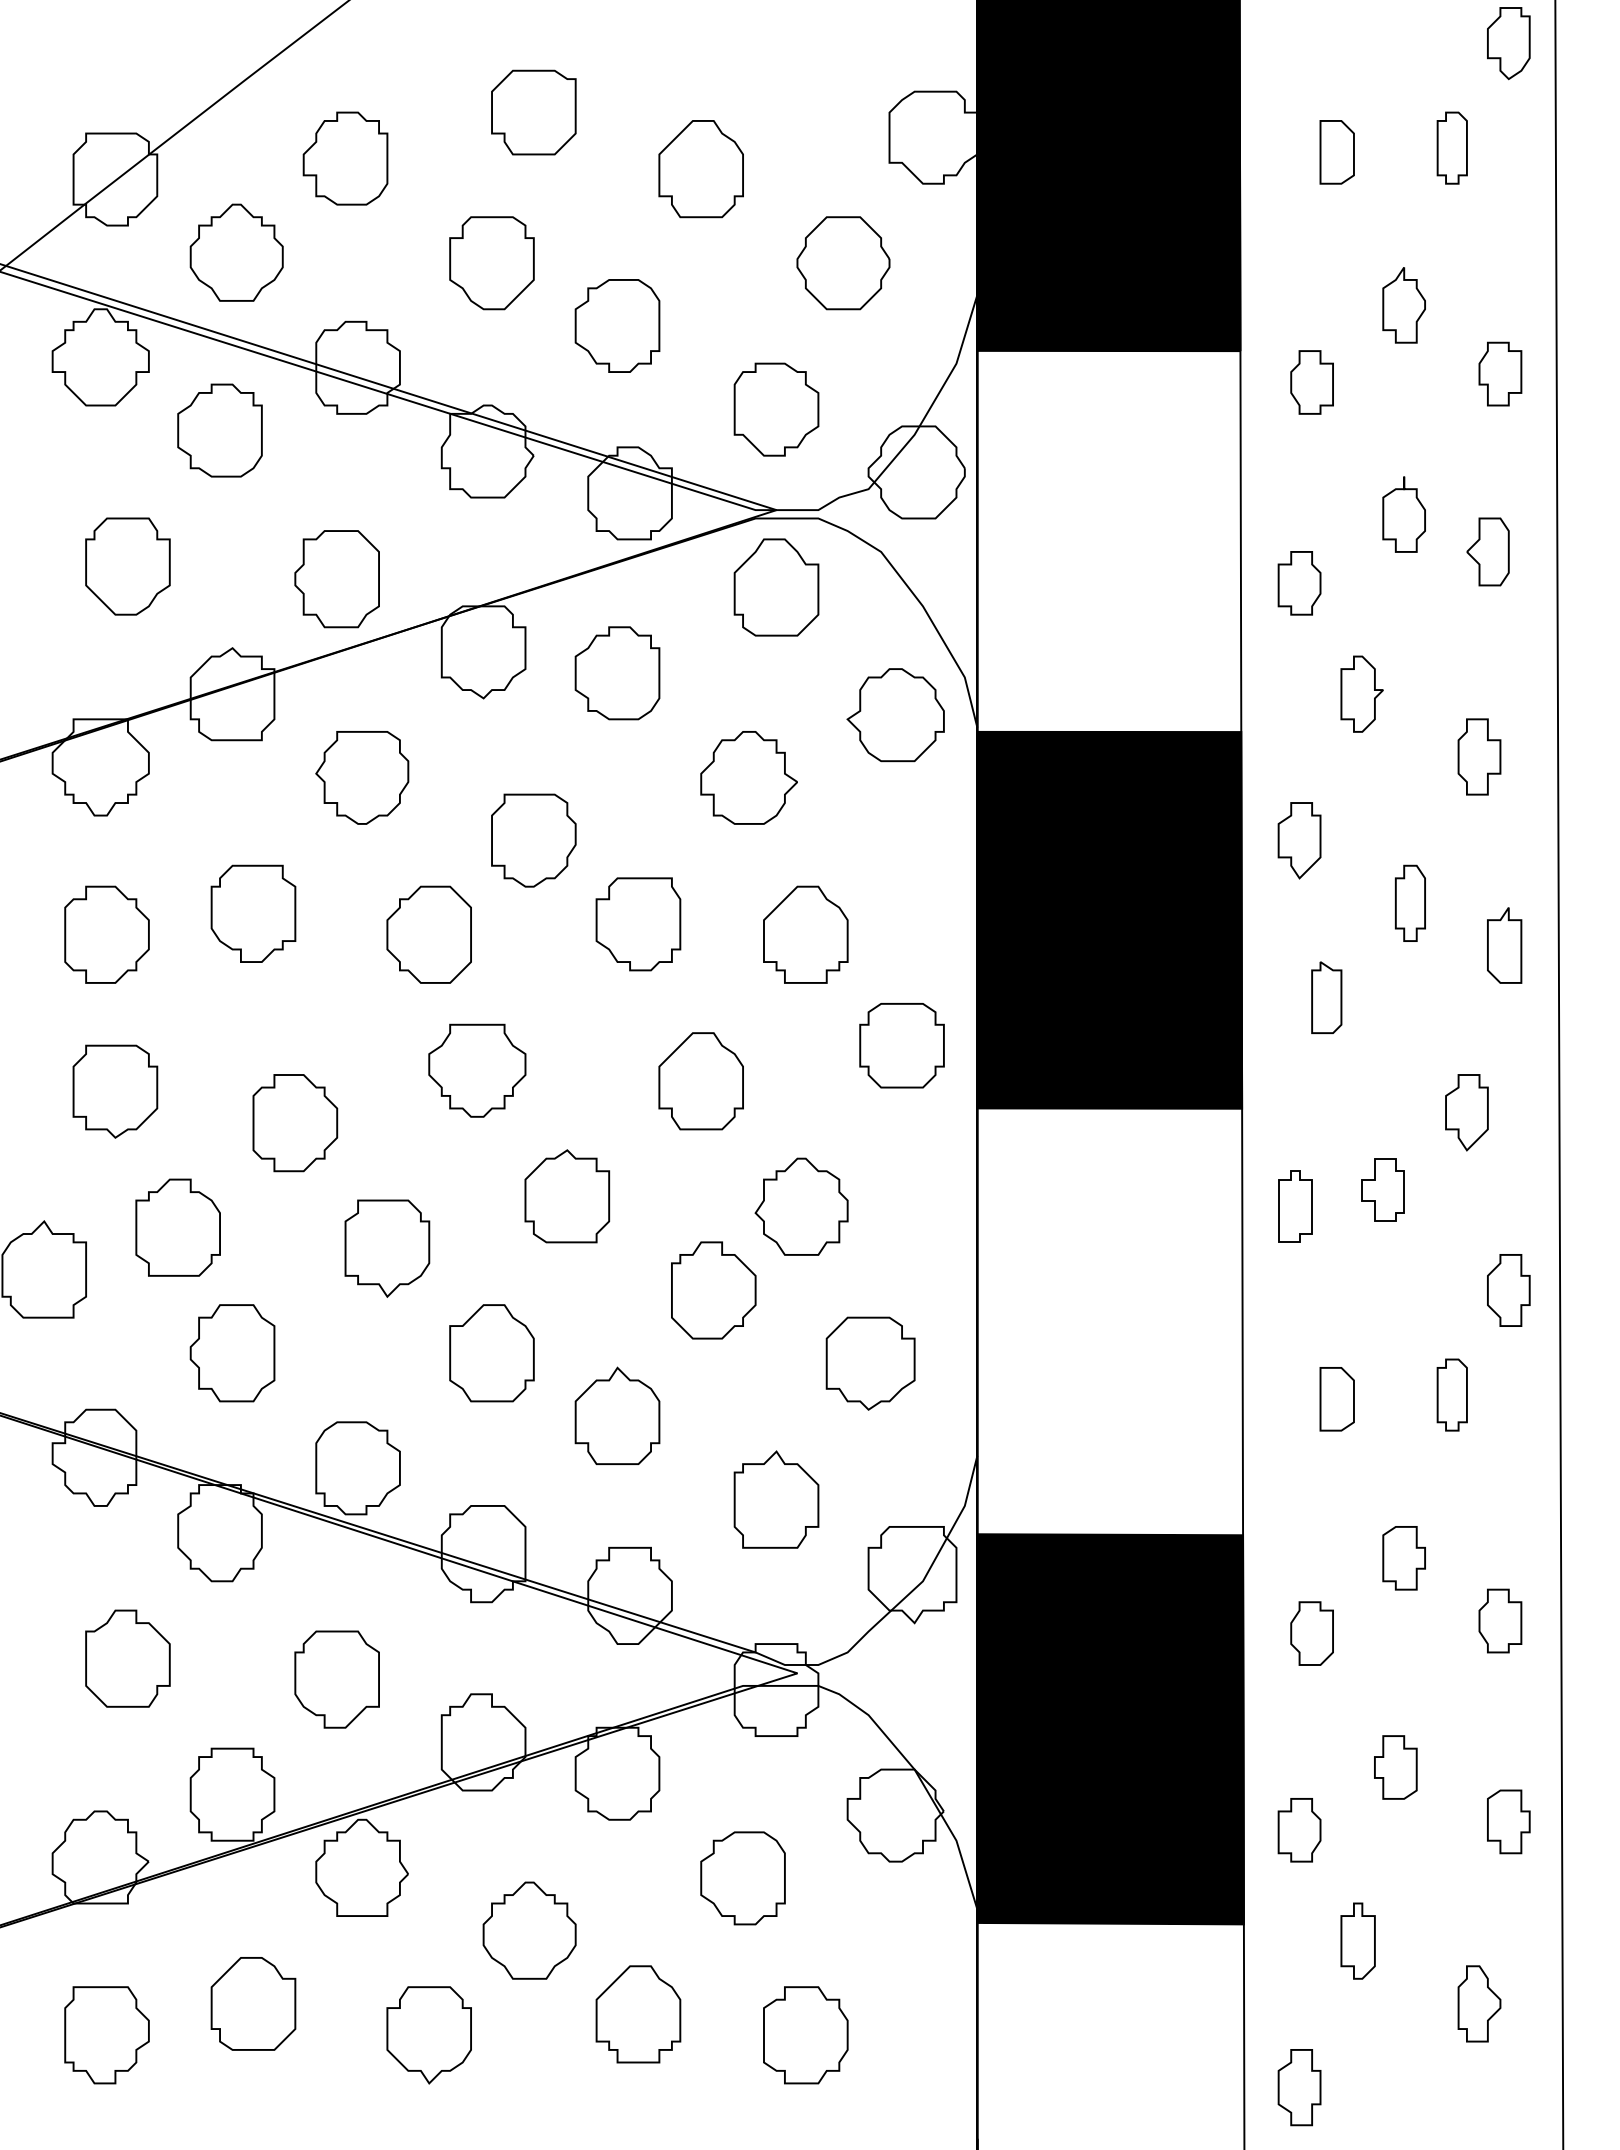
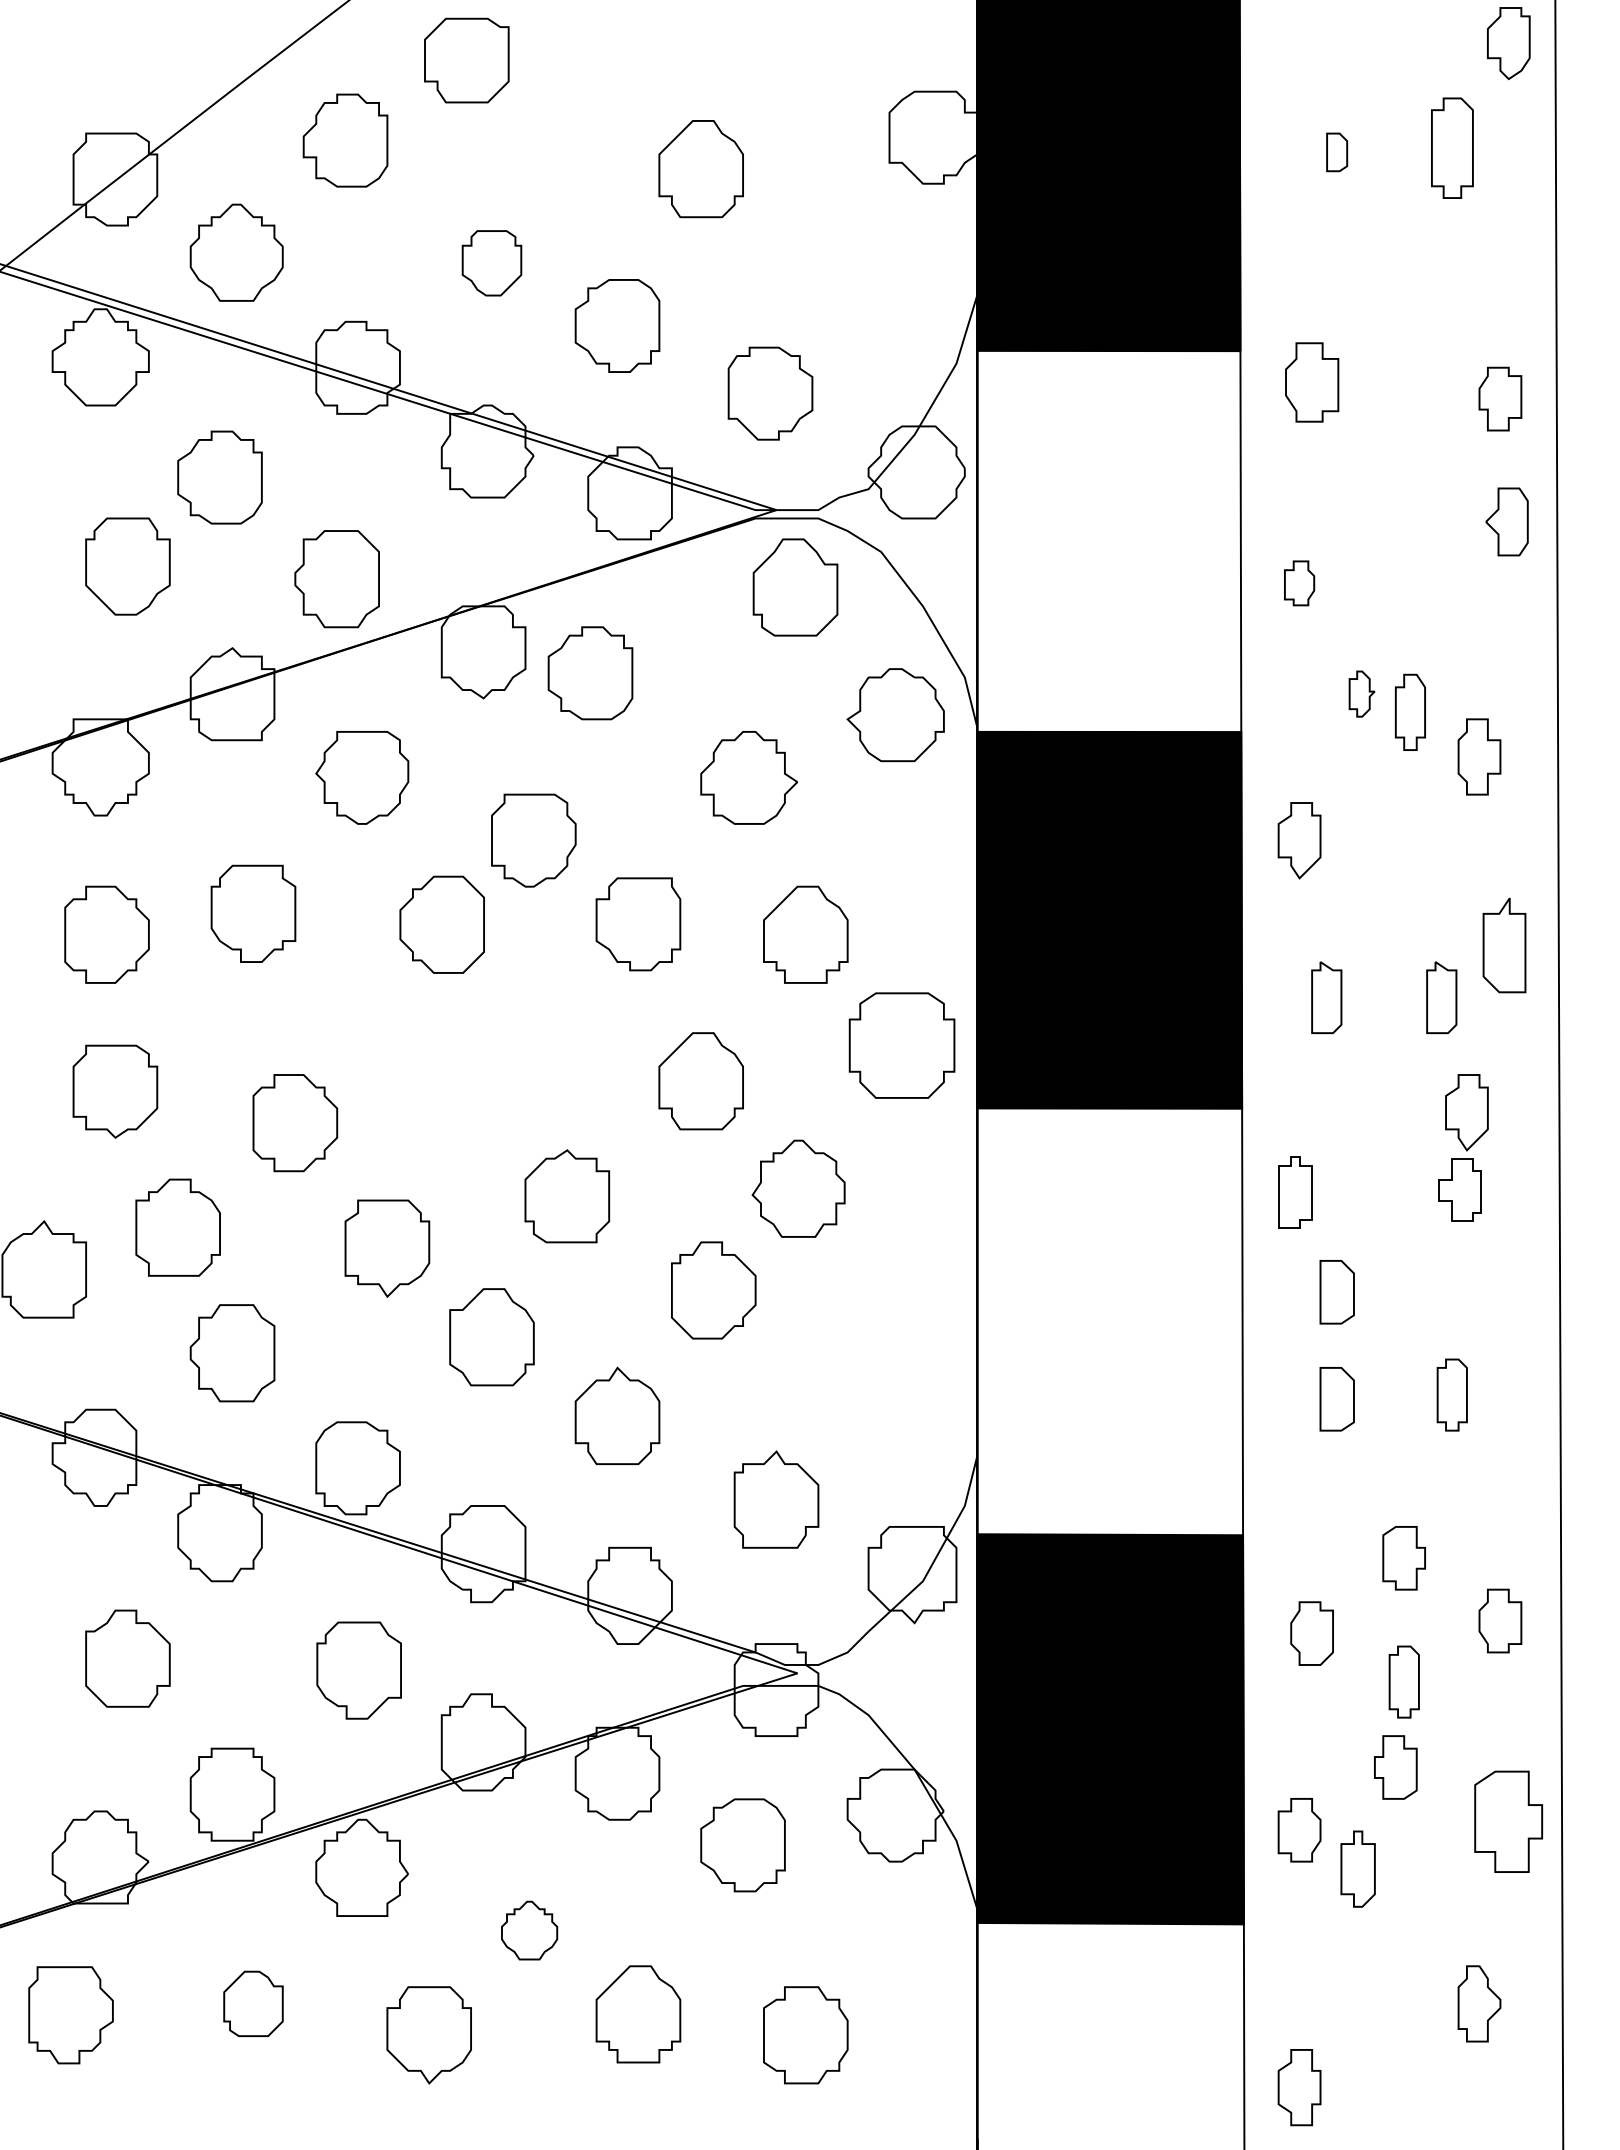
part at (533, 112) position: (533, 112) -> (466, 60)
part at (1451, 147) size: 32x74 px -> 43x102 px
part at (1336, 152) size: 36x65 px -> 23x41 px
part at (345, 158) position: (345, 158) -> (345, 140)
part at (491, 263) size: 86x95 px -> 62x67 px
part at (843, 263): present -> none
part at (1403, 305): present -> none
part at (1500, 373) position: (1500, 373) -> (1500, 398)
part at (1311, 382) size: 44x65 px -> 55x81 px
part at (776, 409) position: (776, 409) -> (770, 393)
part at (219, 430) position: (219, 430) -> (219, 477)
part at (1403, 514): present -> none
part at (1487, 551) position: (1487, 551) -> (1506, 521)
part at (1299, 583) size: 45x65 px -> 32x47 px
part at (776, 587) position: (776, 587) -> (795, 587)
part at (617, 673) position: (617, 673) -> (590, 673)
part at (1361, 693) size: 44x78 px -> 28x48 px
part at (1409, 902) position: (1409, 902) -> (1409, 711)
part at (428, 934) position: (428, 934) -> (441, 924)
part at (1504, 945) size: 36x77 px -> 45x97 px
part at (1441, 997): none -> present
part at (901, 1045) size: 86x86 px -> 108x107 px
part at (477, 1070): present -> none
part at (1382, 1189) position: (1382, 1189) -> (1459, 1189)
part at (801, 1206) position: (801, 1206) -> (798, 1188)
part at (1295, 1206) position: (1295, 1206) -> (1295, 1192)
part at (1508, 1290): present -> none
part at (1336, 1292): none -> present
part at (491, 1353) position: (491, 1353) -> (491, 1337)
part at (870, 1363): present -> none
part at (336, 1679) position: (336, 1679) -> (358, 1670)
part at (1403, 1681): none -> present
part at (1508, 1821) size: 44x66 px -> 70x103 px
part at (742, 1878) position: (742, 1878) -> (742, 1845)
part at (529, 1930) size: 95x99 px -> 58x61 px
part at (1357, 1940) position: (1357, 1940) -> (1357, 1868)
part at (253, 2003) size: 87x94 px -> 61x67 px
part at (106, 2035) position: (106, 2035) -> (70, 2015)
